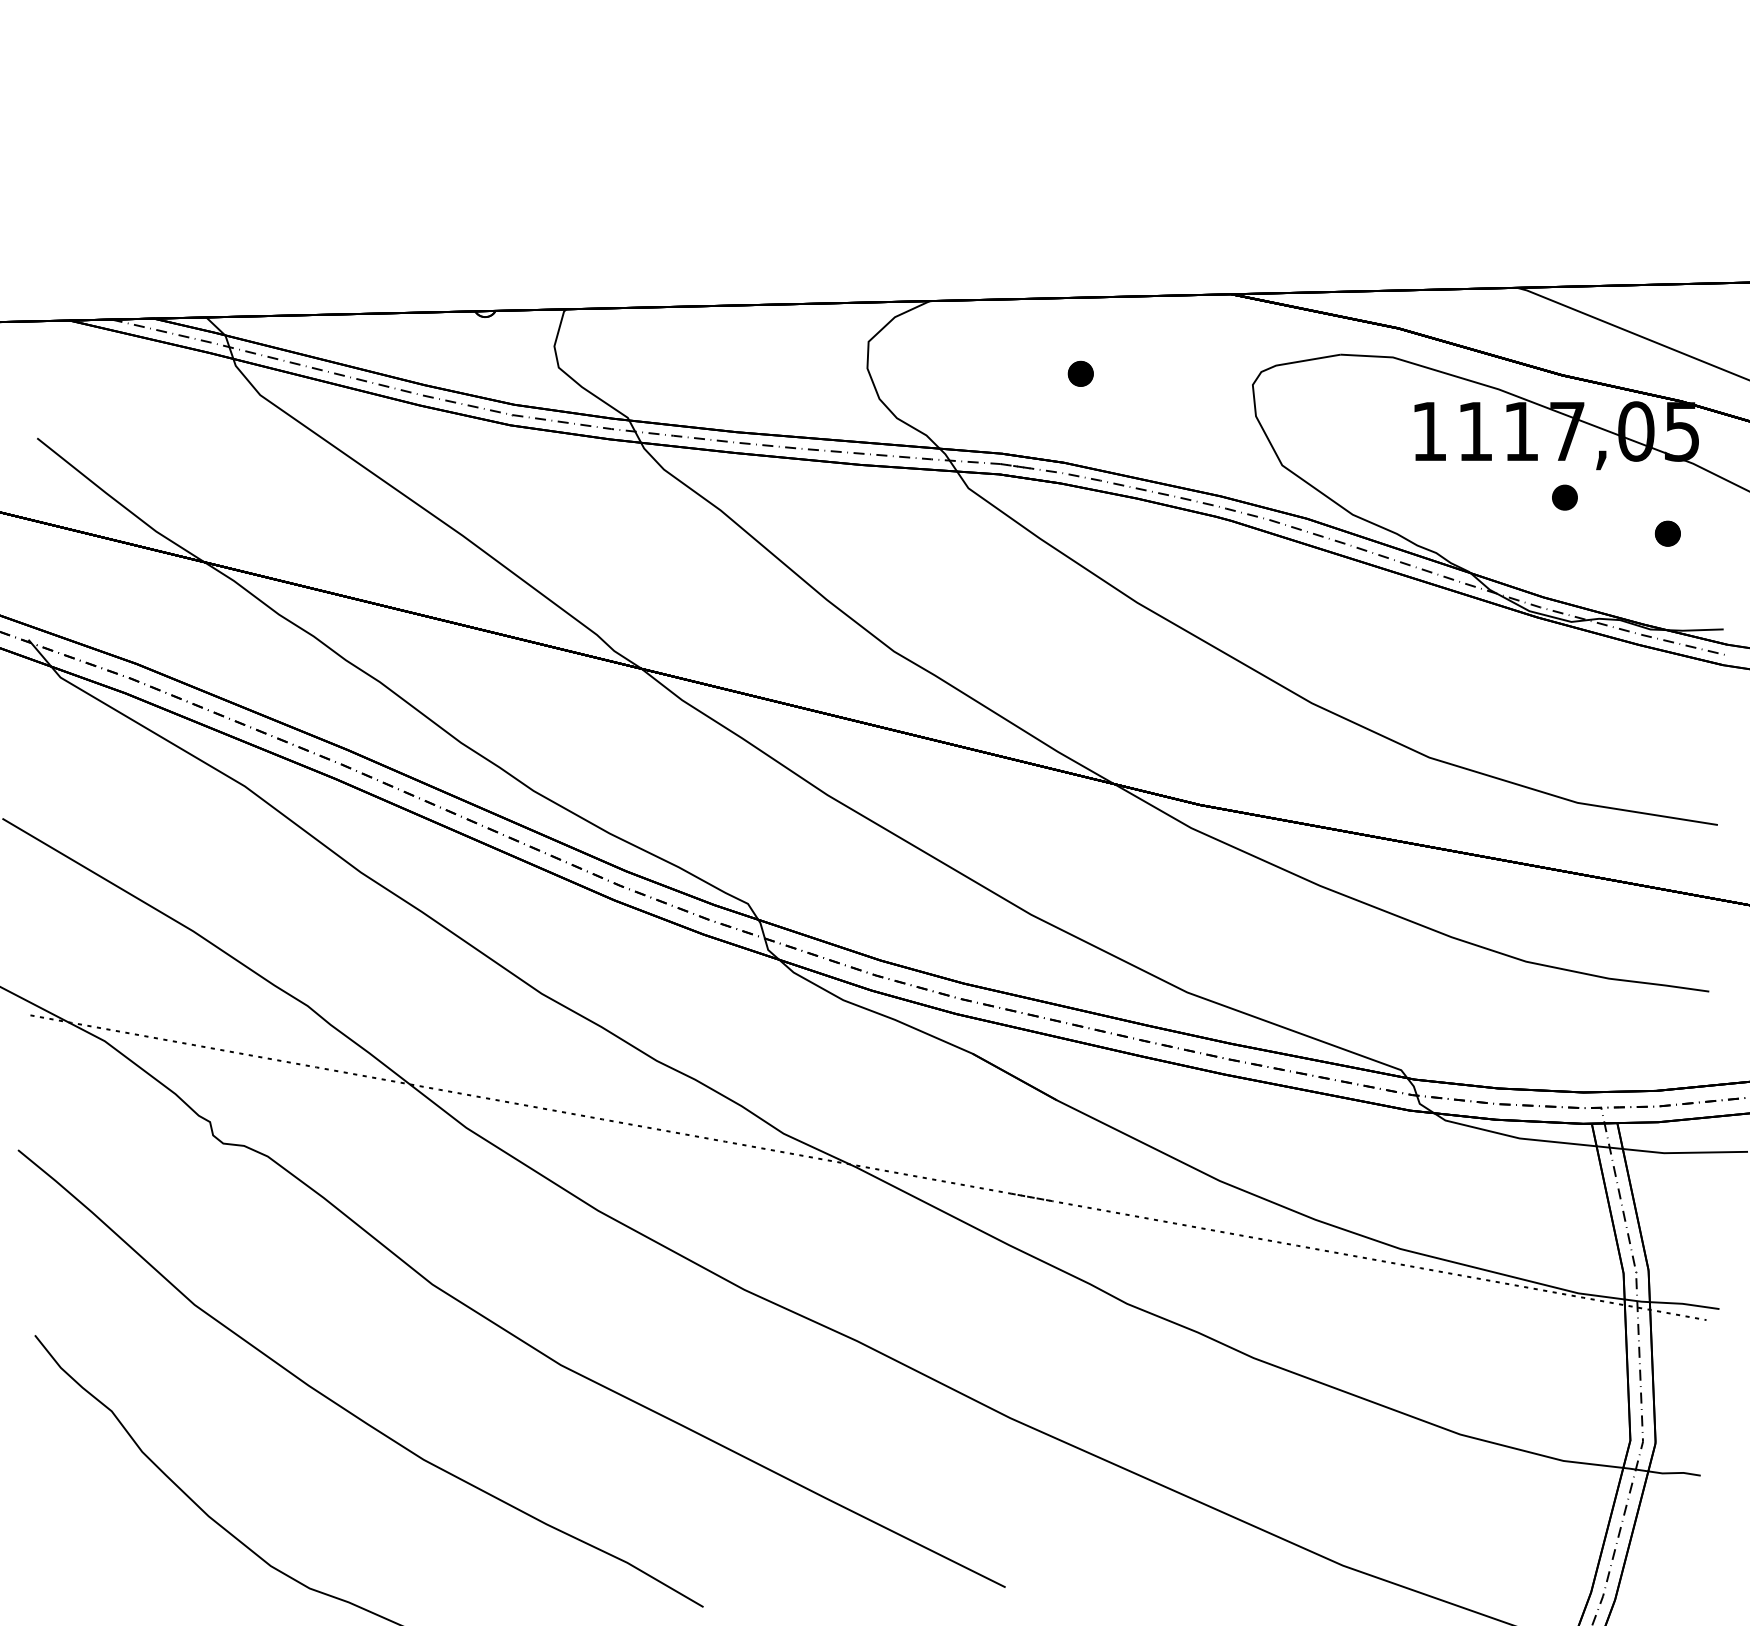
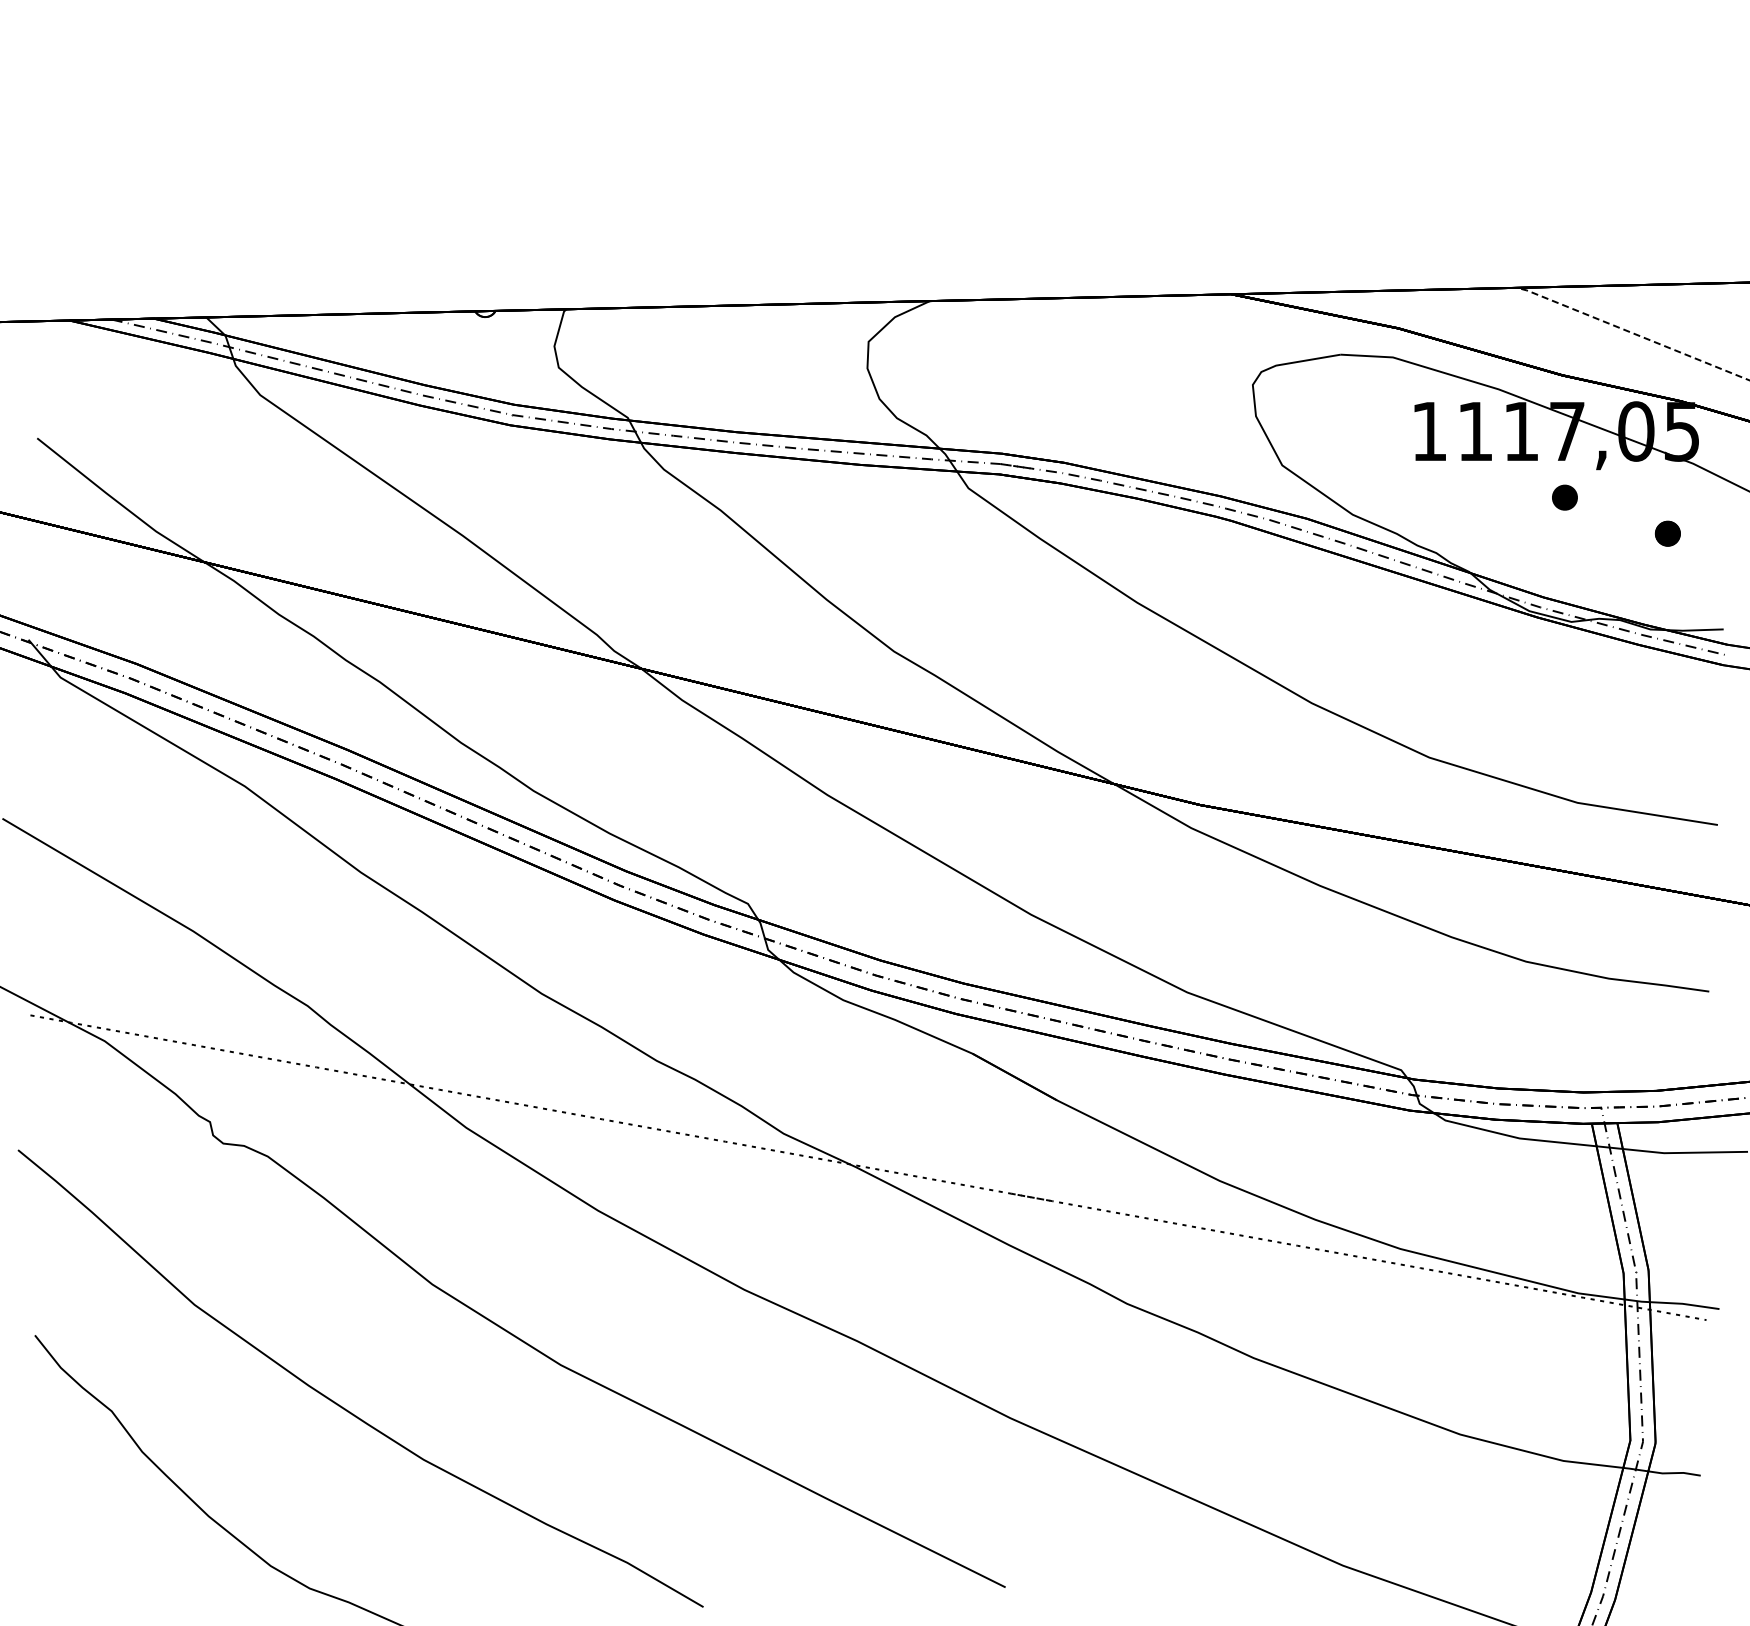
line at (1632, 333): solid -> dashed
part at (1080, 373): present -> none
